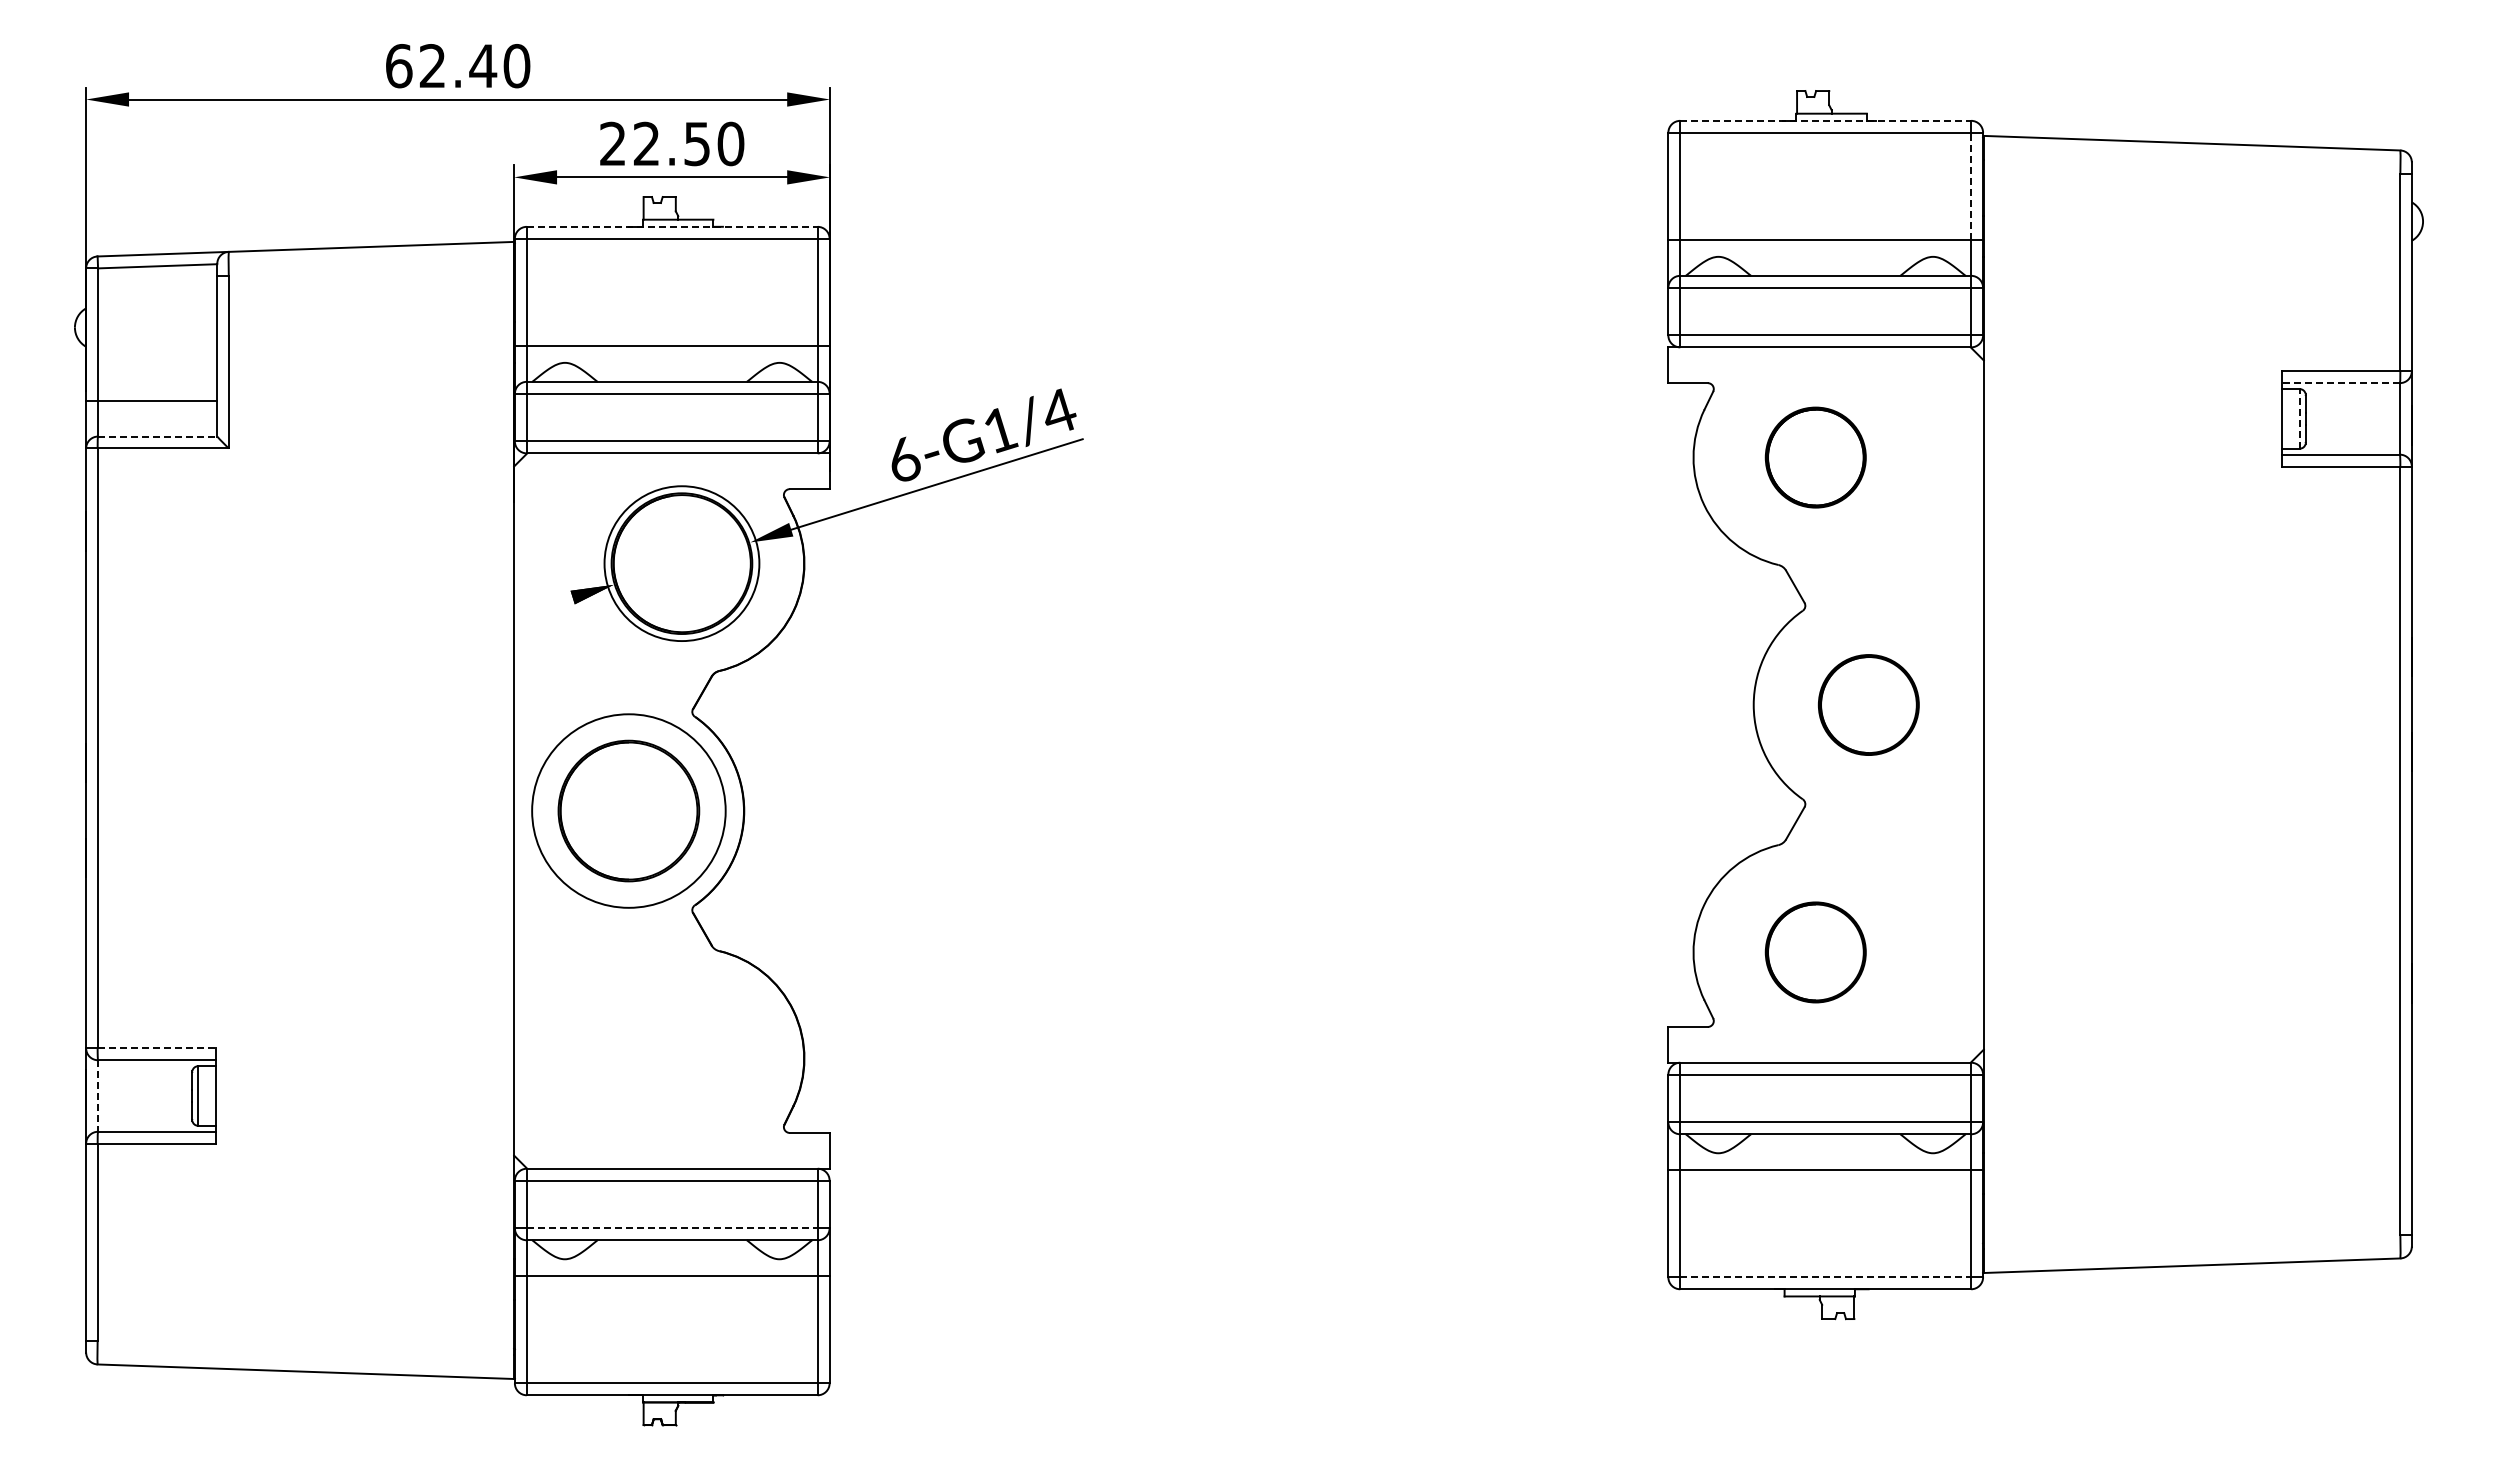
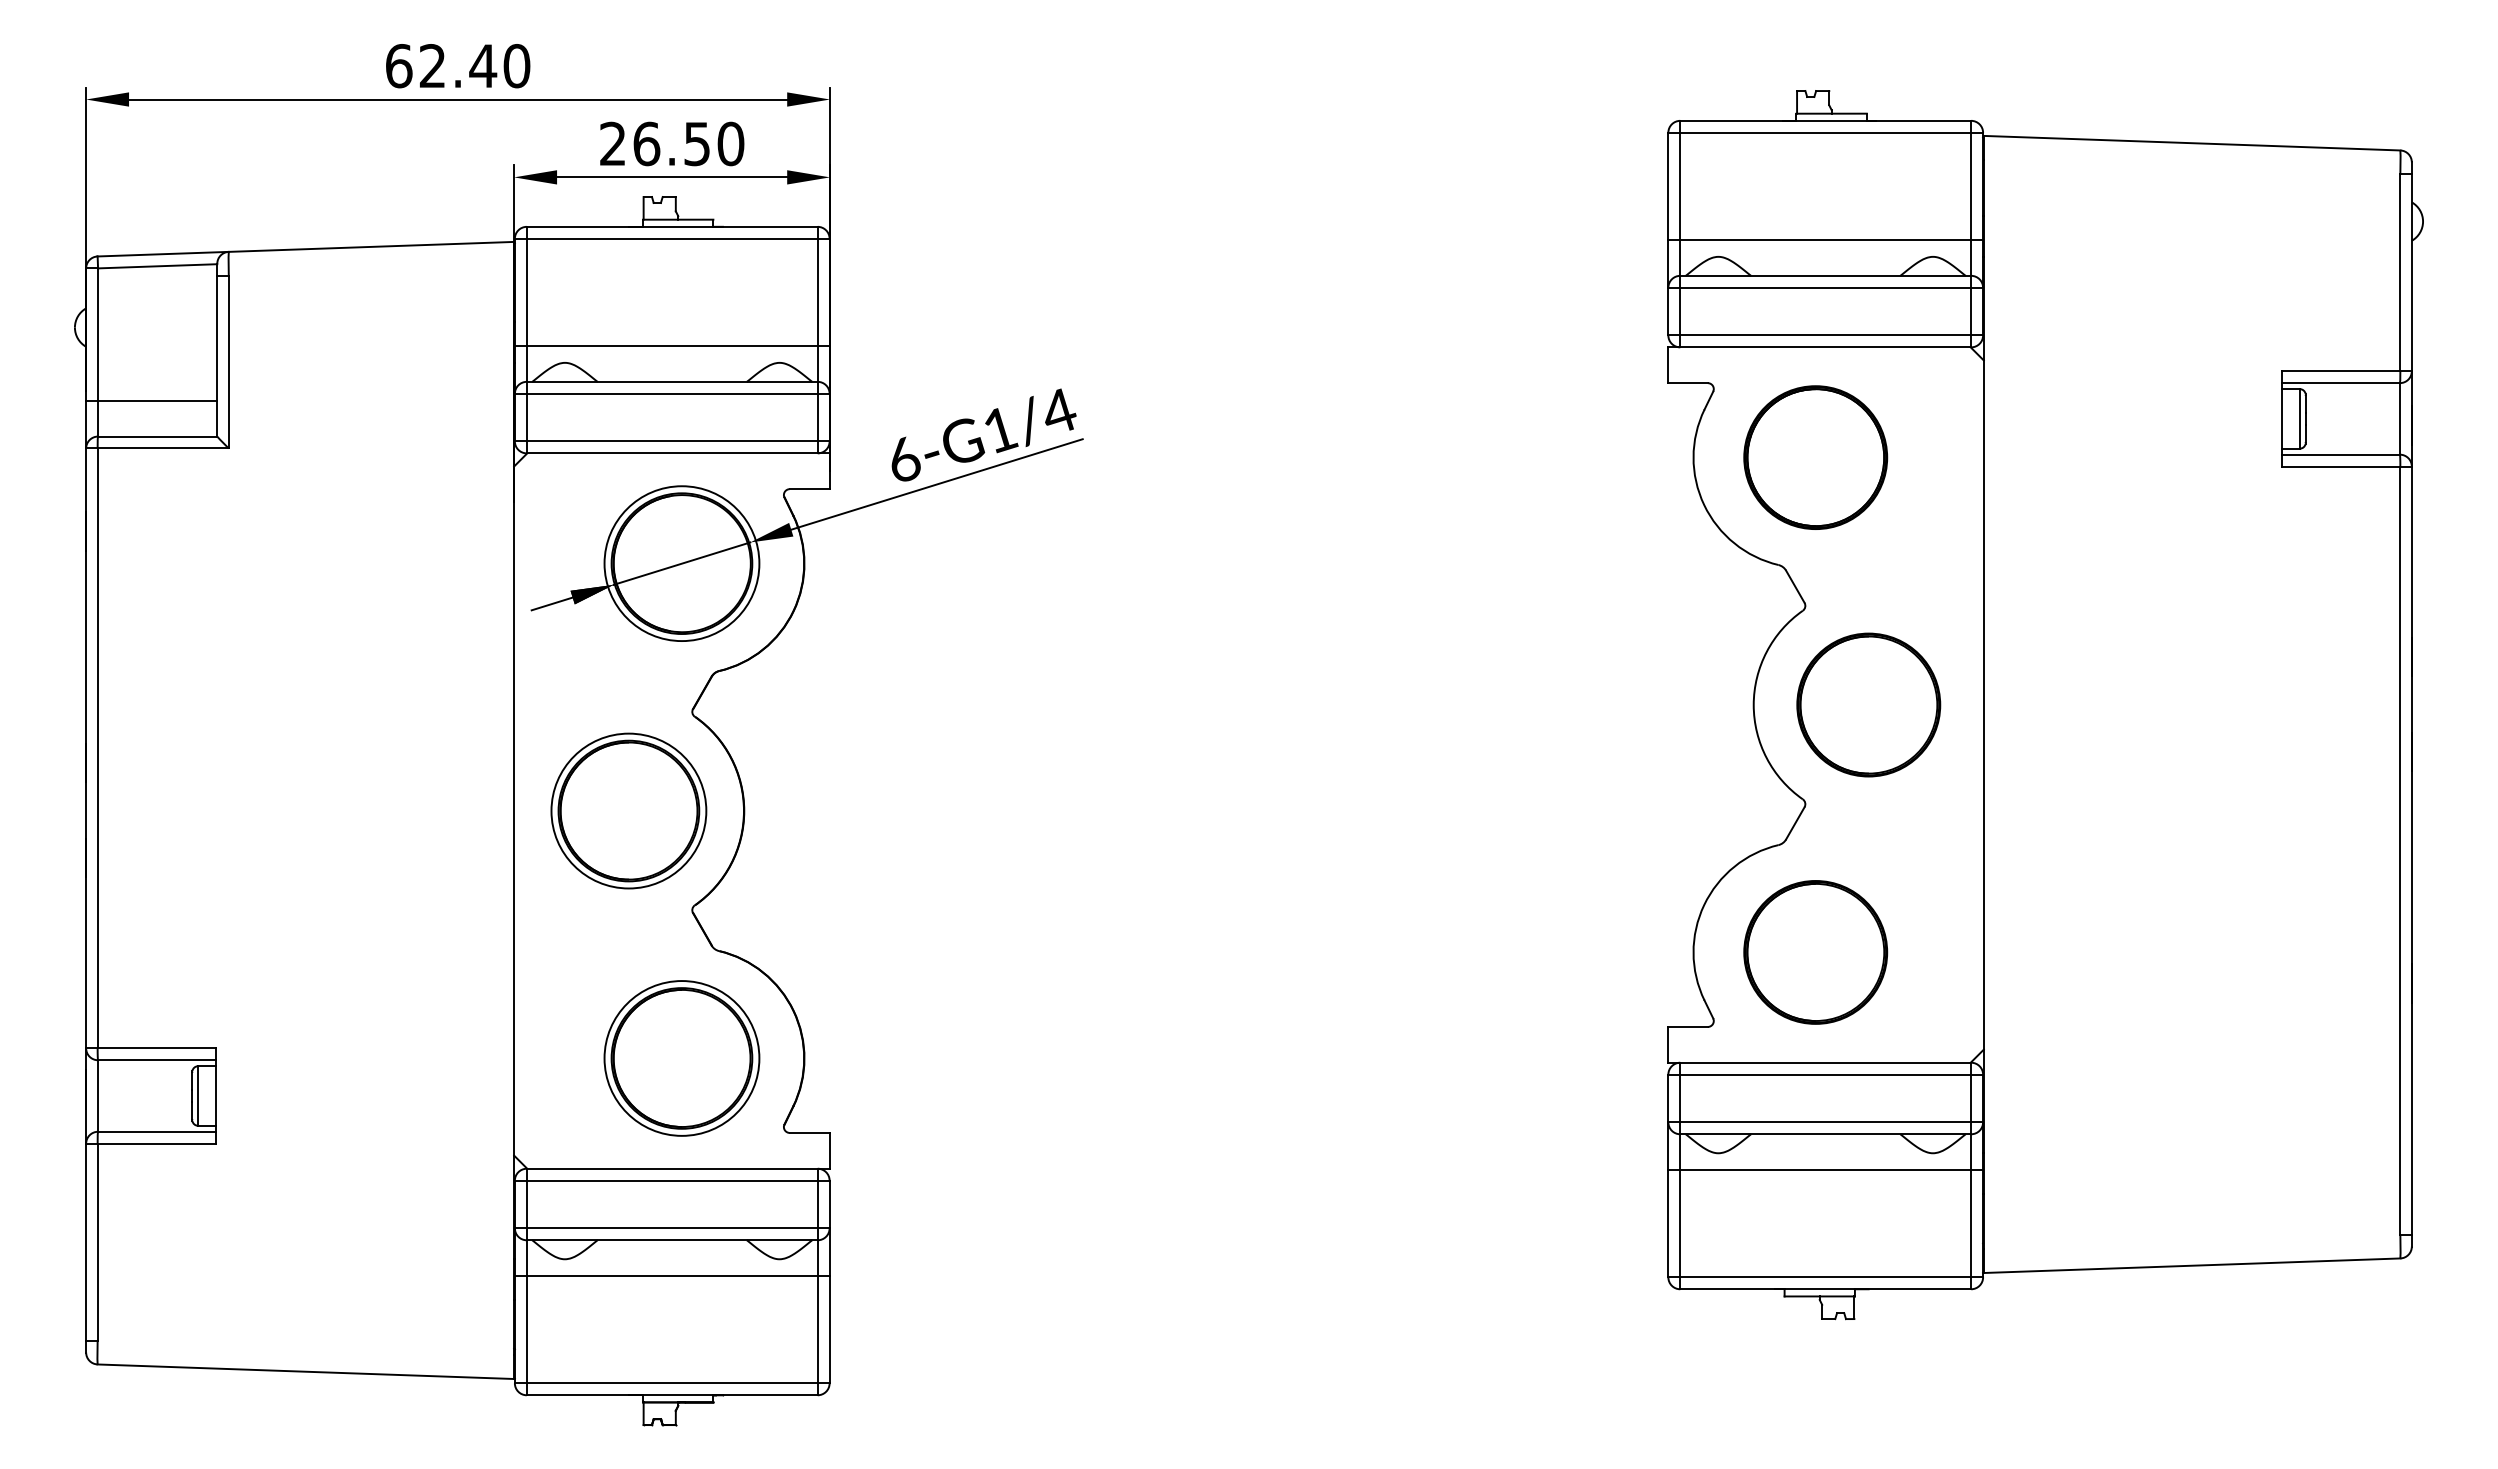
line at (1826, 120): dashed -> solid
text at (646, 143): 22.50 -> 26.50
line at (1971, 186): dashed -> solid
line at (672, 226): dashed -> solid
line at (2340, 383): dashed -> solid
line at (2299, 418): dashed -> solid
line at (157, 436): dashed -> solid
part at (1815, 457) size: 103x103 px -> 146x145 px
line at (681, 563): none -> present
line at (551, 603): none -> present
part at (1868, 704) size: 103x102 px -> 146x146 px
circle at (628, 810) diameter: 194 px -> 155 px
part at (1815, 952) size: 103x103 px -> 146x145 px
line at (157, 1048): dashed -> solid
part at (681, 1058): none -> present
line at (98, 1096): dashed -> solid
line at (672, 1228): dashed -> solid
line at (1826, 1277): dashed -> solid
